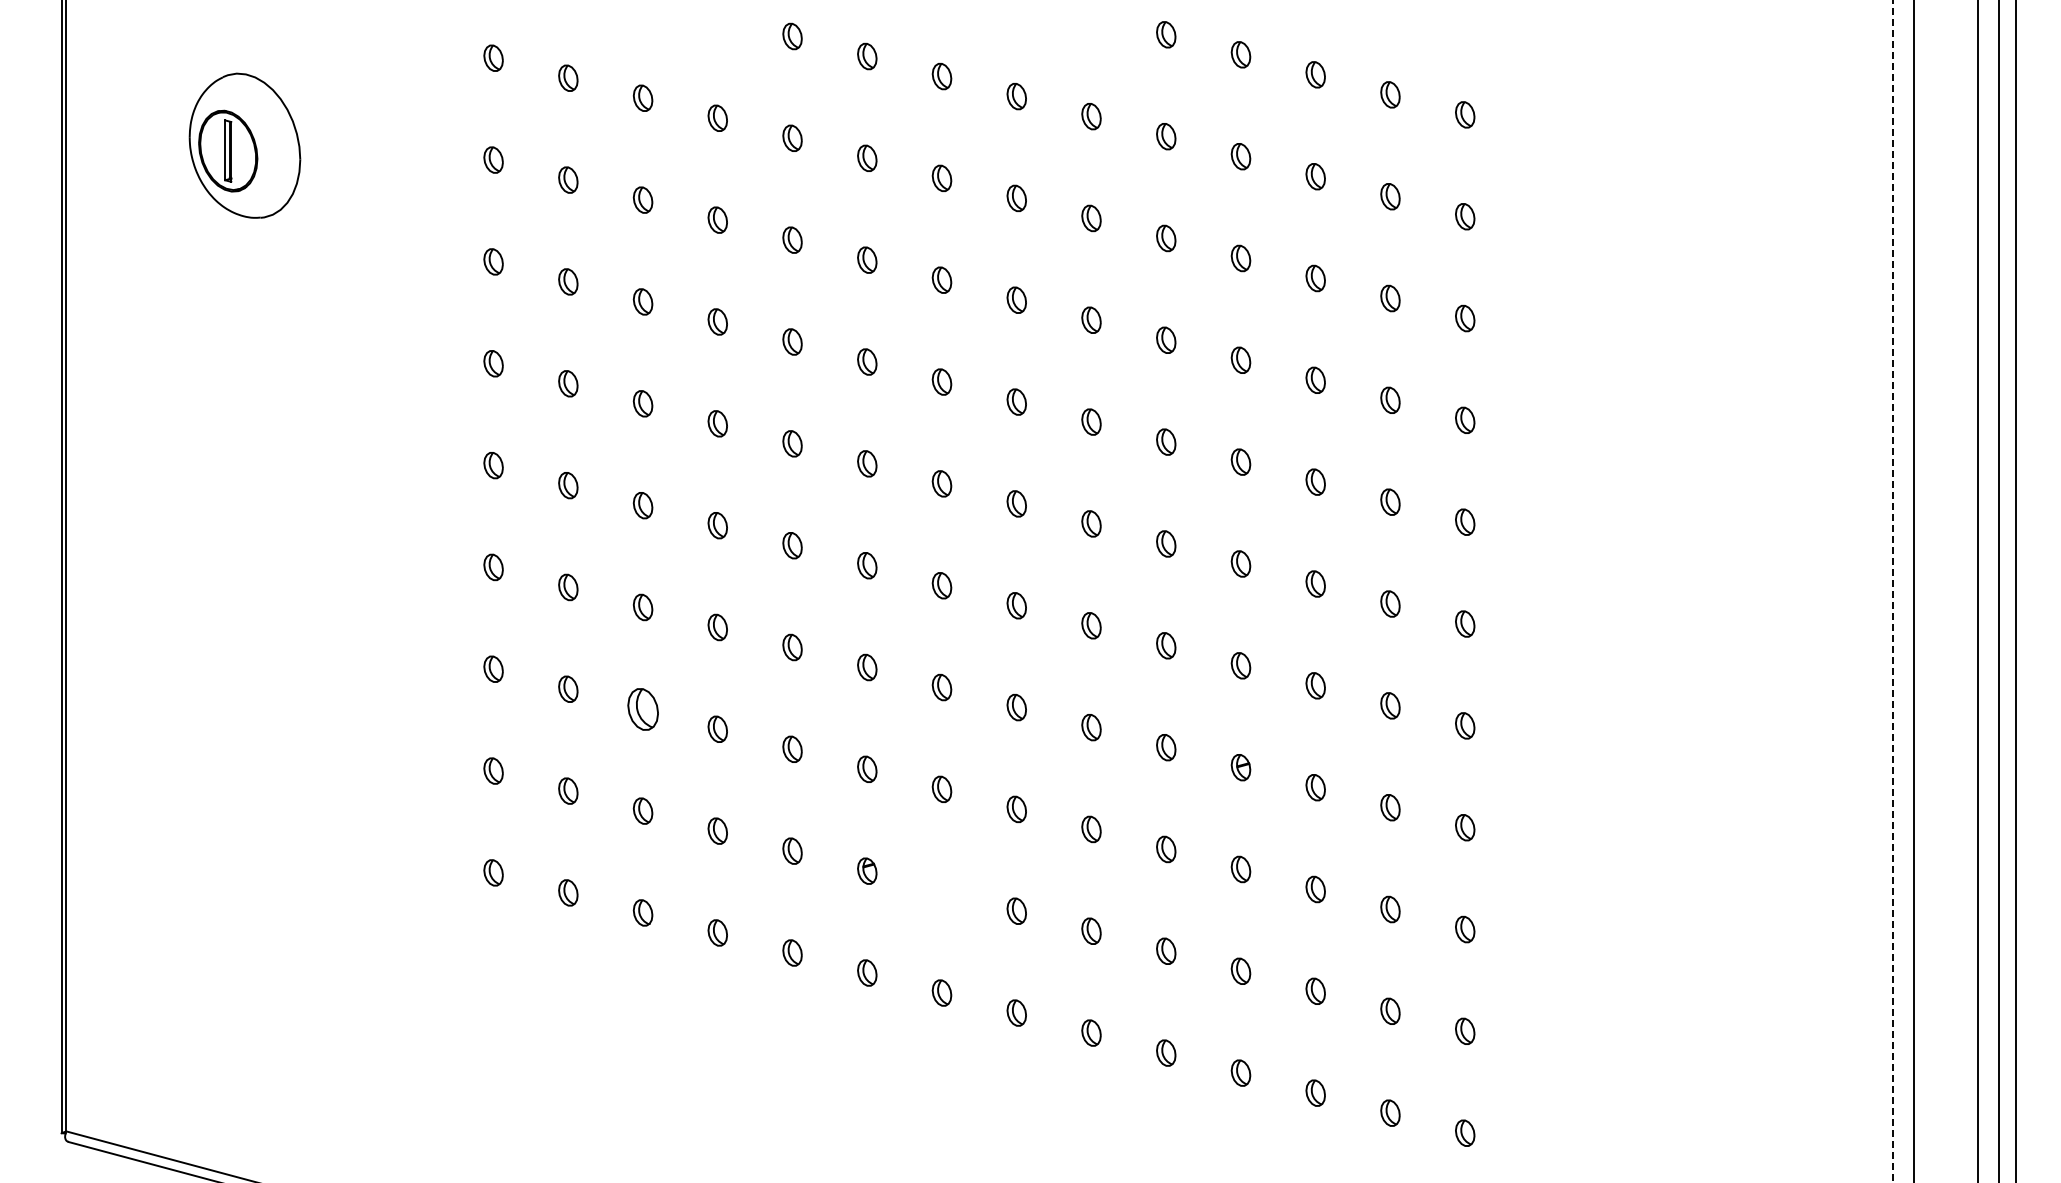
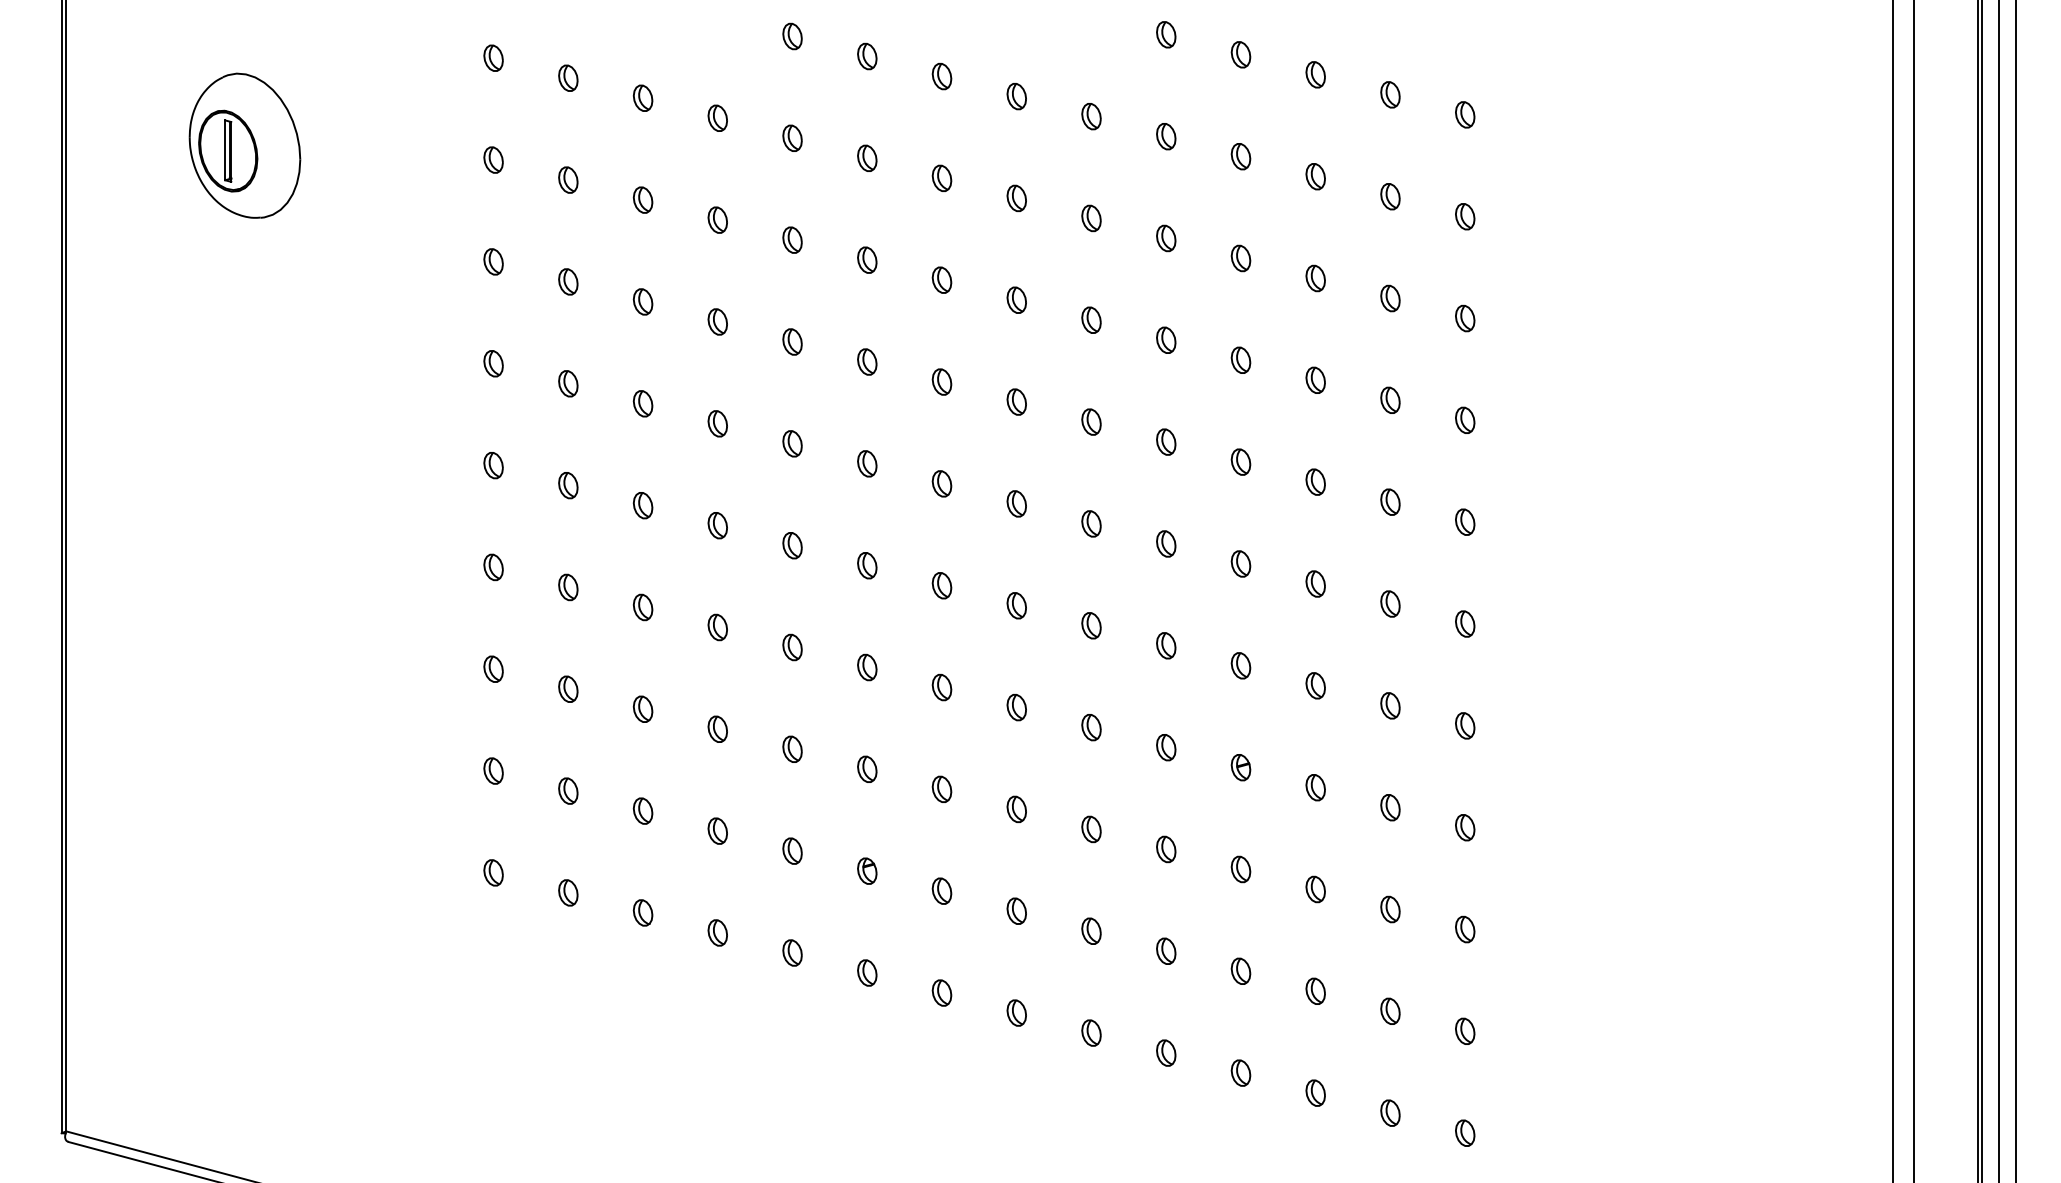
line at (1982, 590): none -> present
line at (1892, 591): dashed -> solid
part at (642, 709) size: 32x43 px -> 22x28 px
part at (941, 890): none -> present
